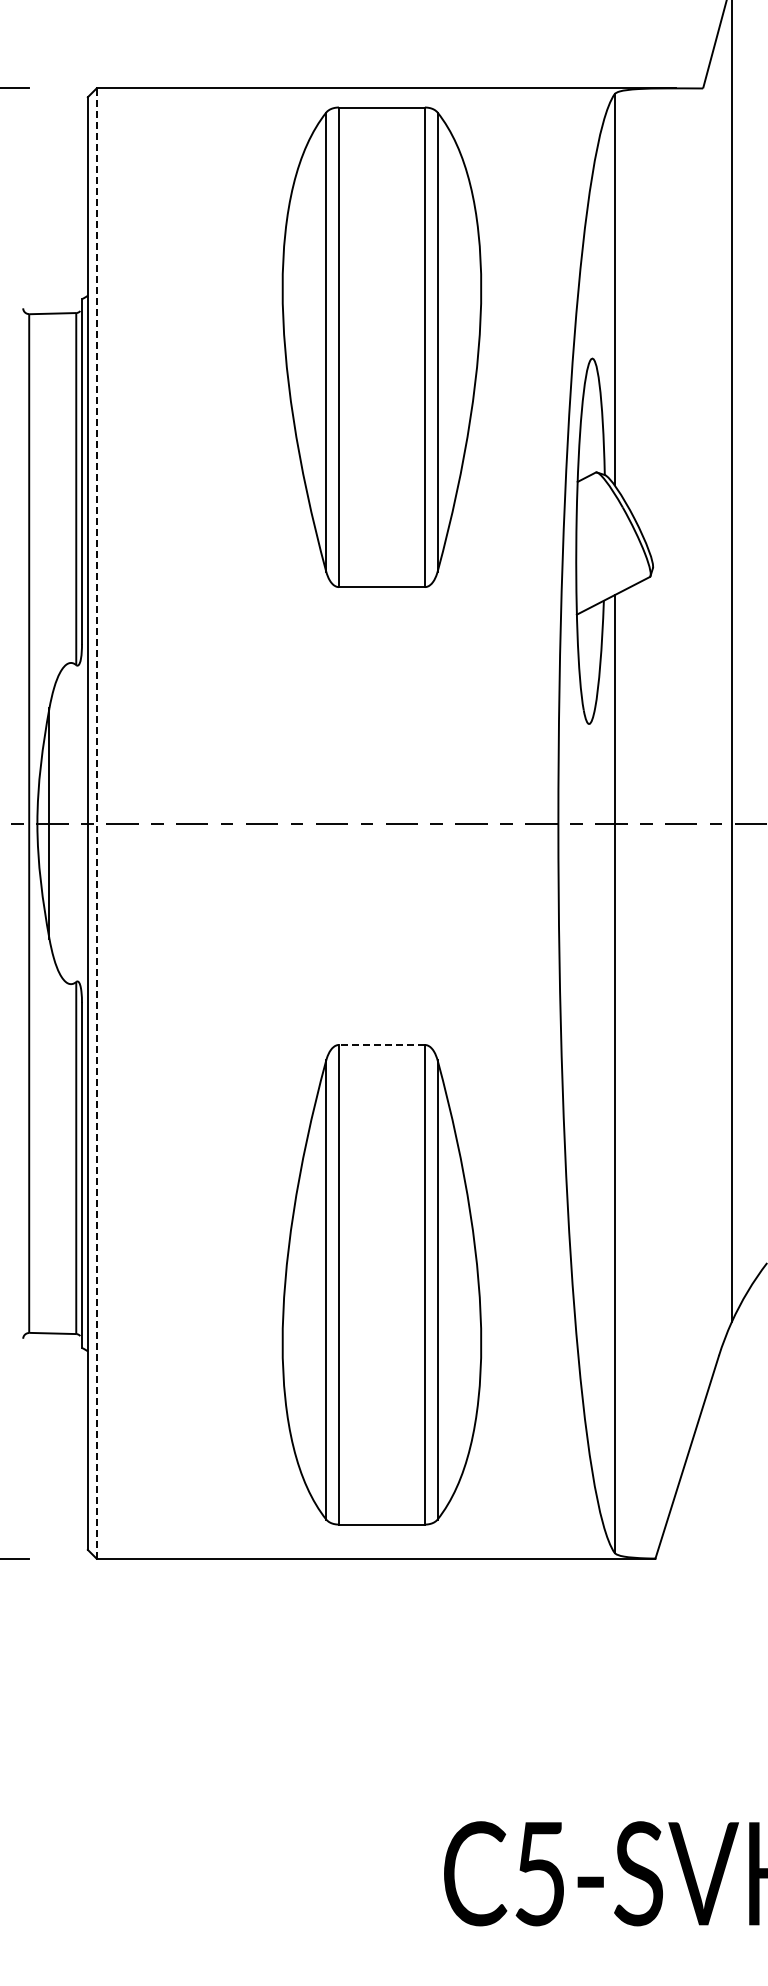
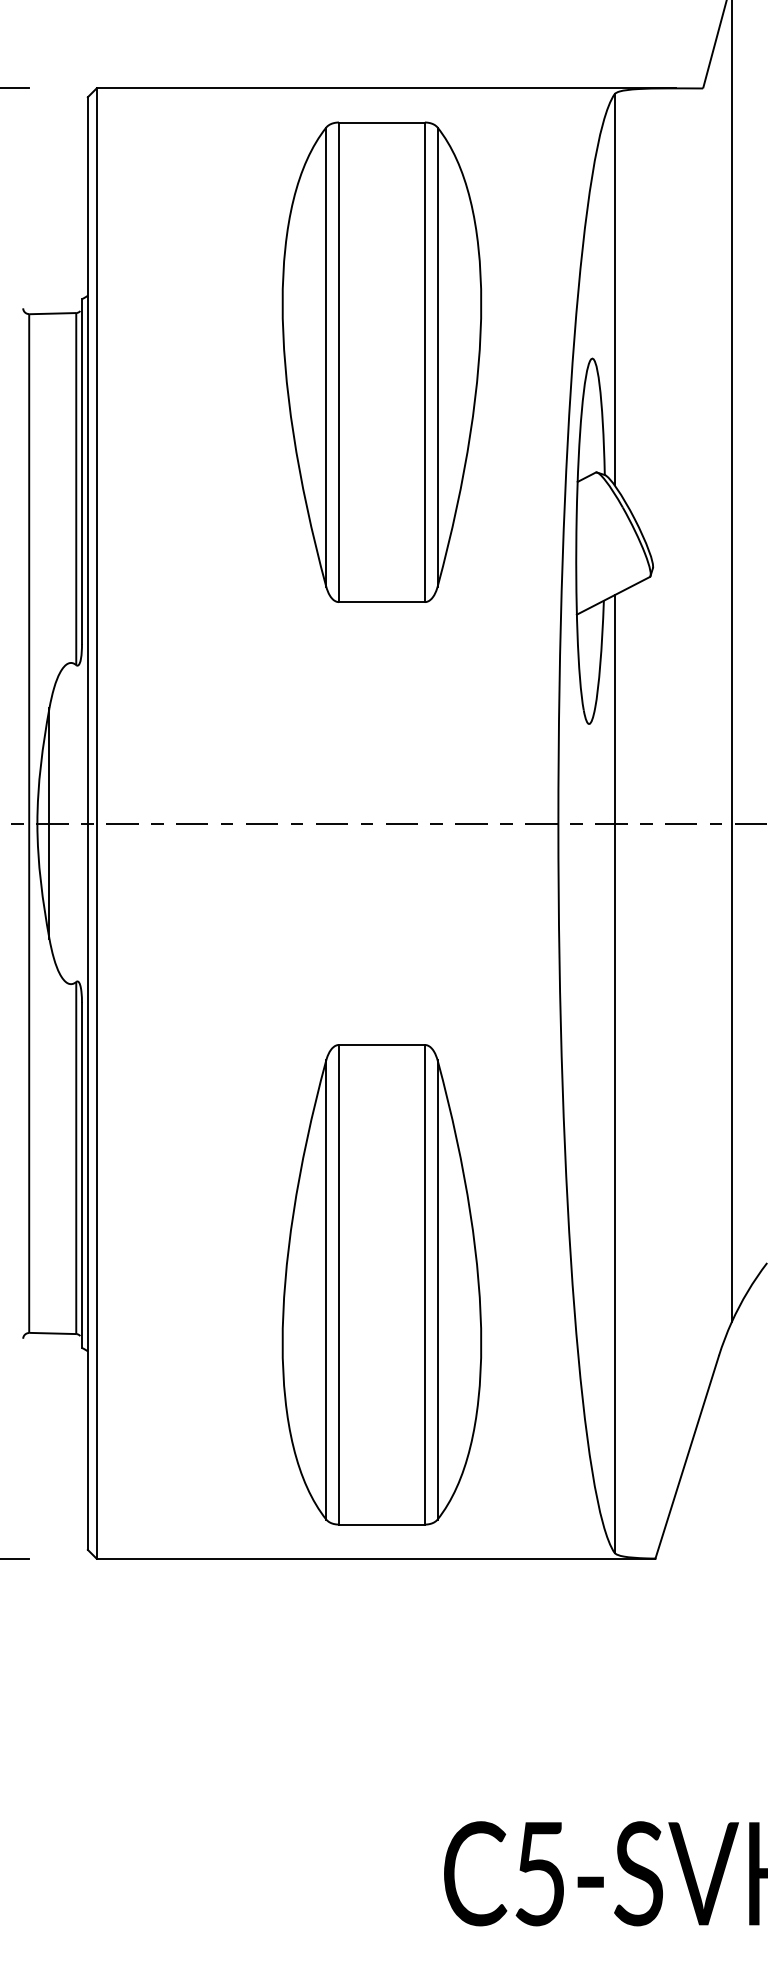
part at (381, 346) position: (381, 346) -> (381, 361)
line at (96, 823): dashed -> solid
line at (381, 1045): dashed -> solid
